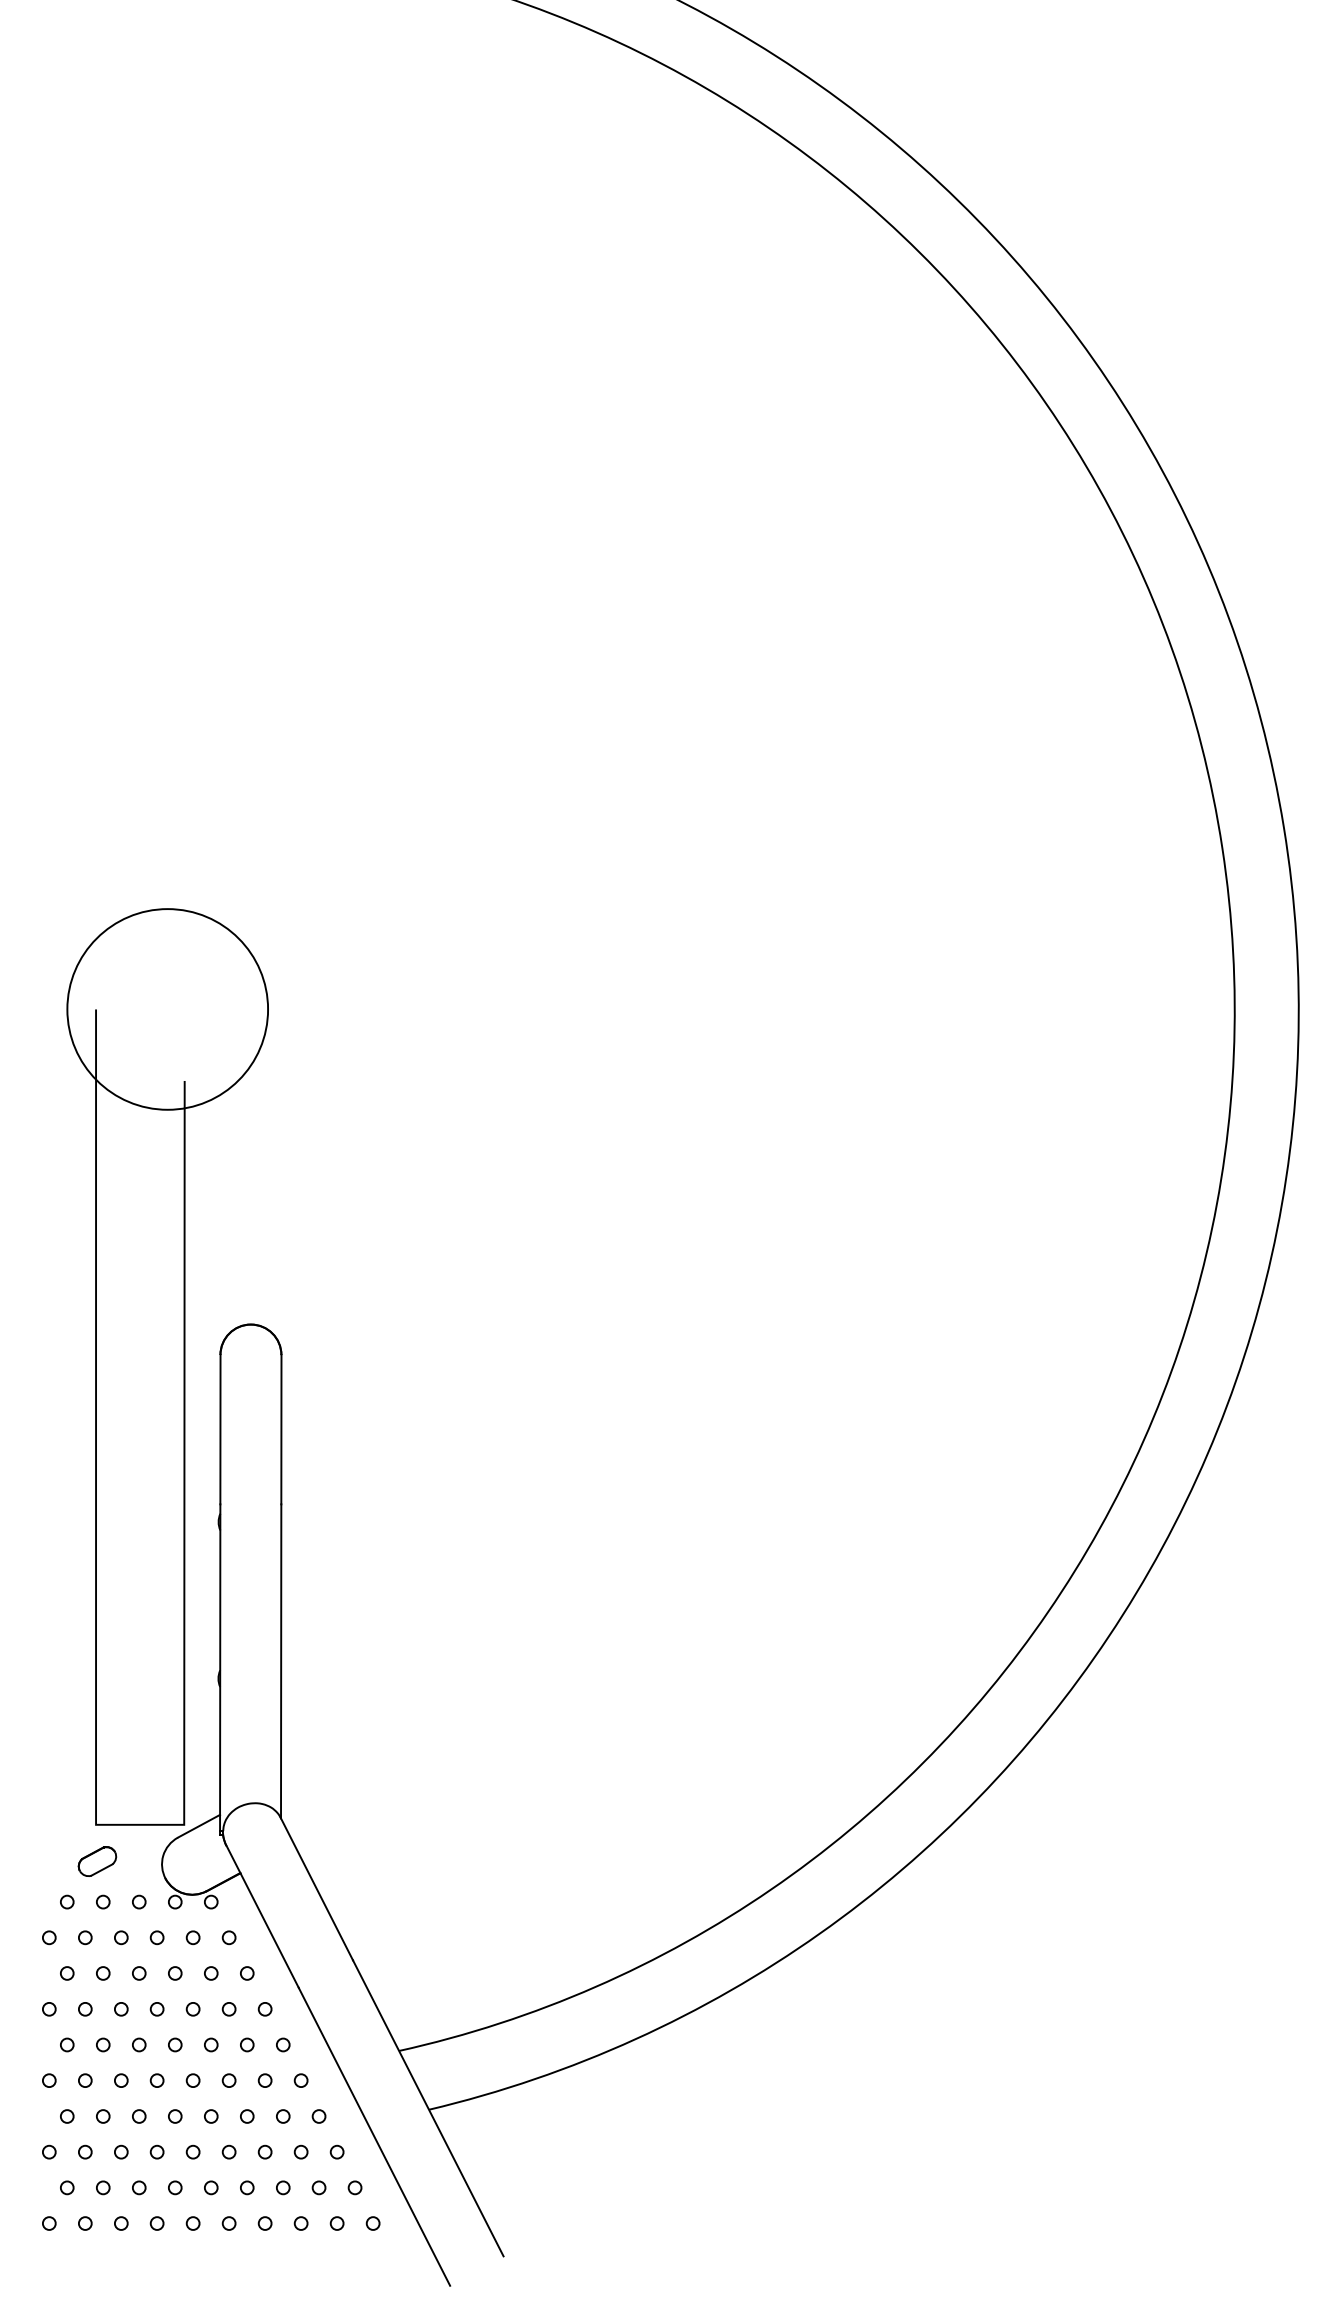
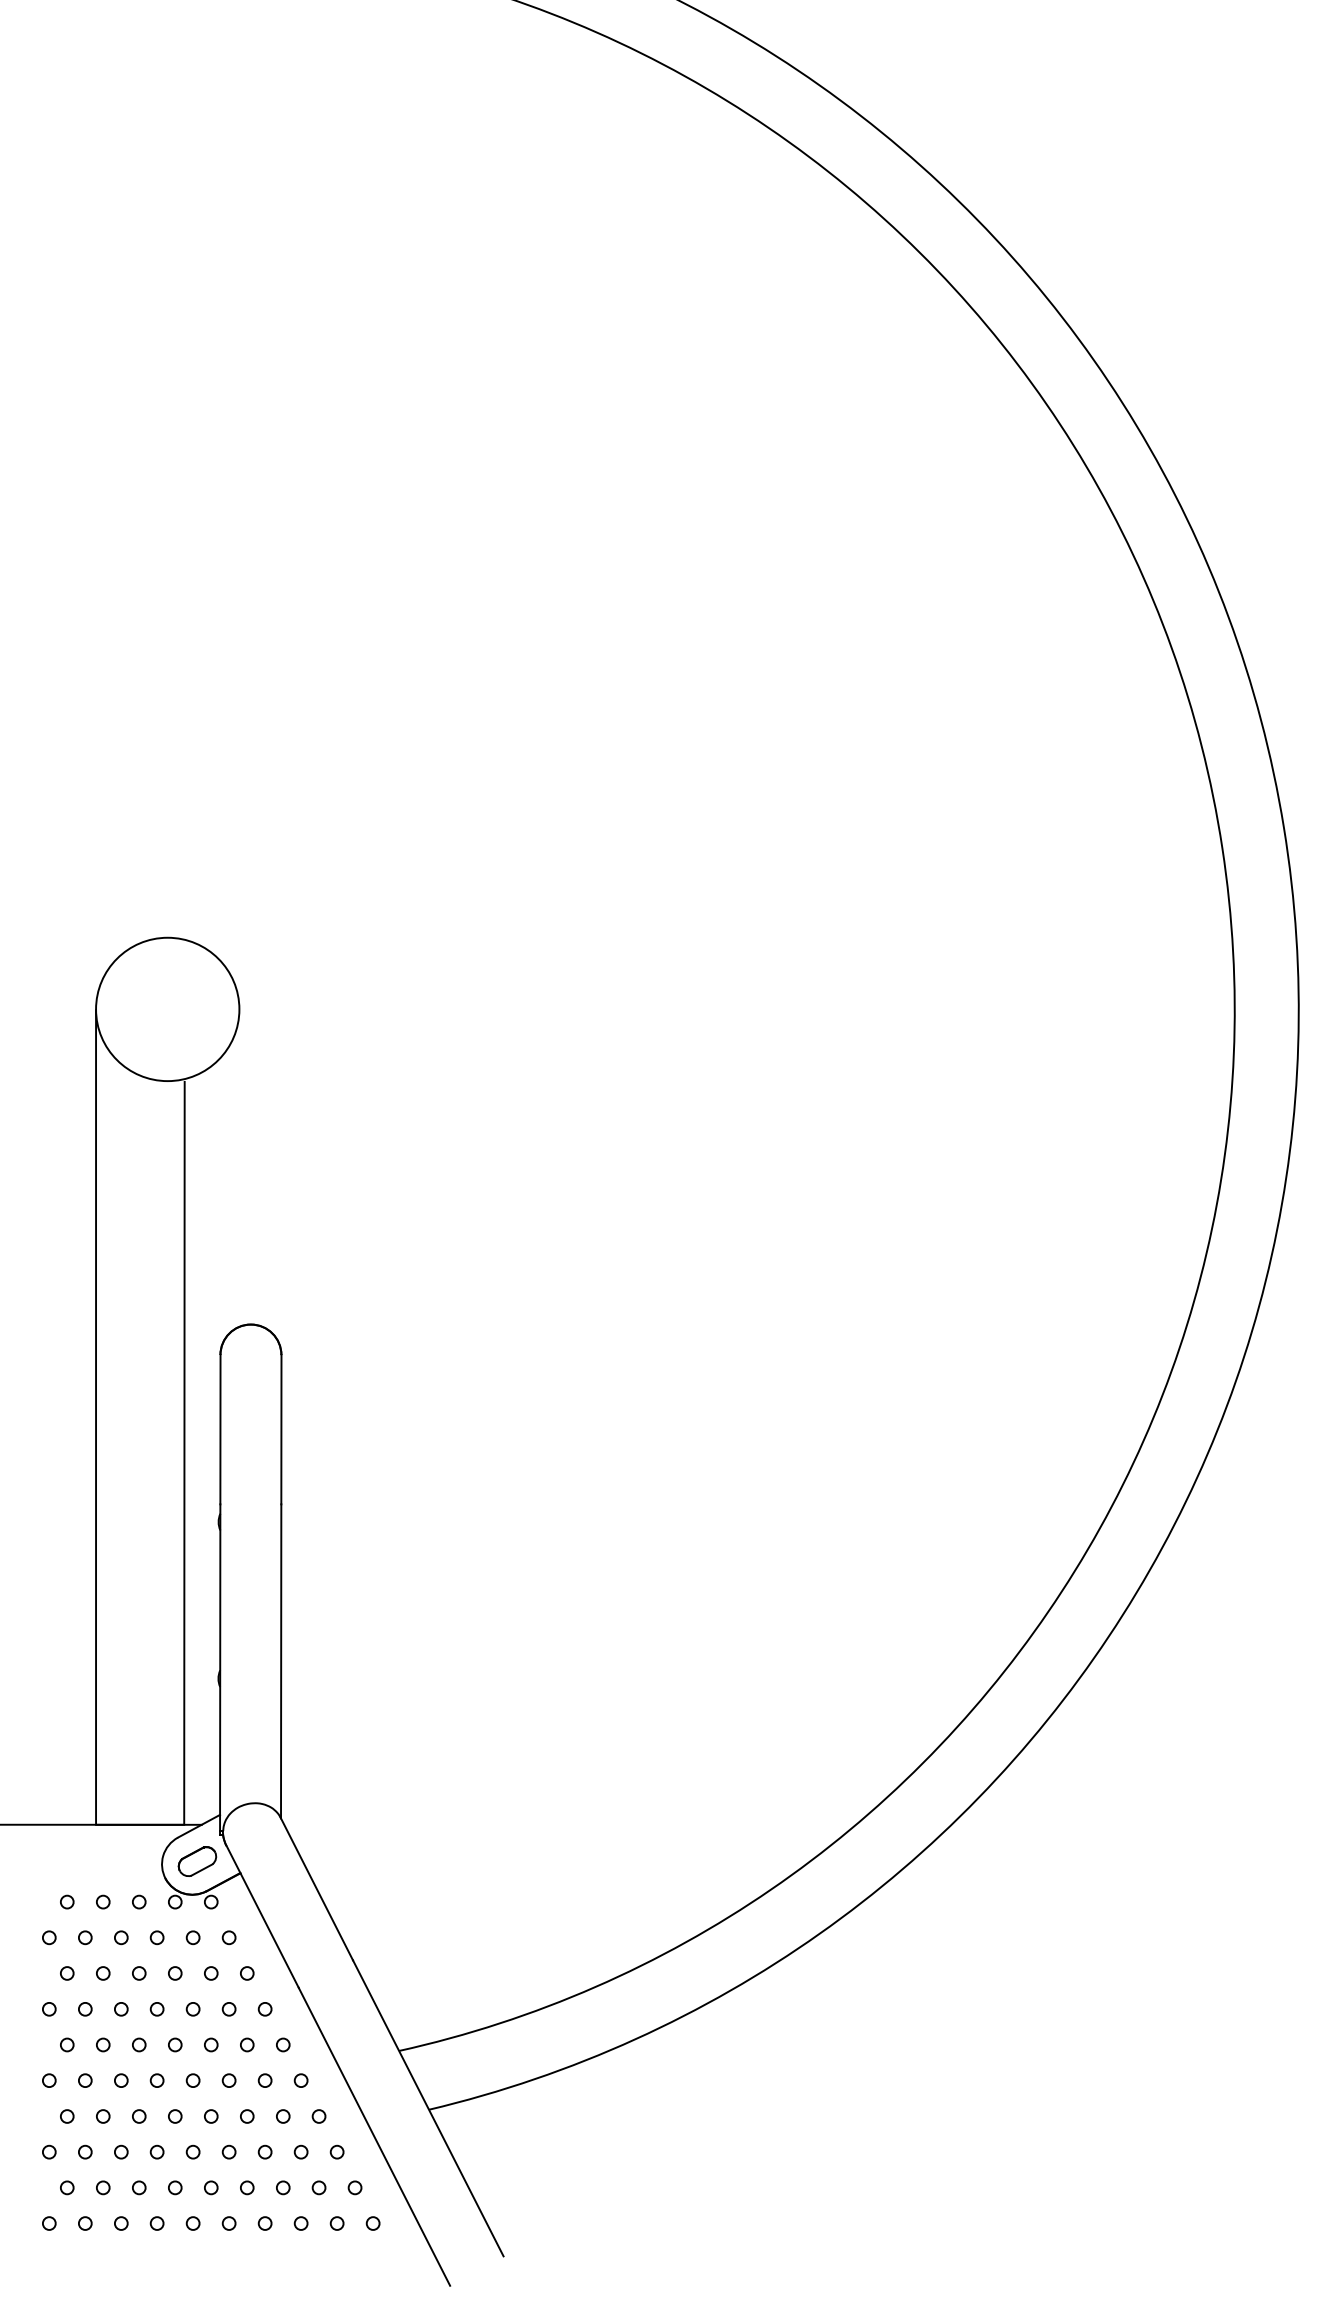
circle at (167, 1009) diameter: 201 px -> 143 px
line at (101, 1824): none -> present
part at (97, 1861) position: (97, 1861) -> (197, 1861)
